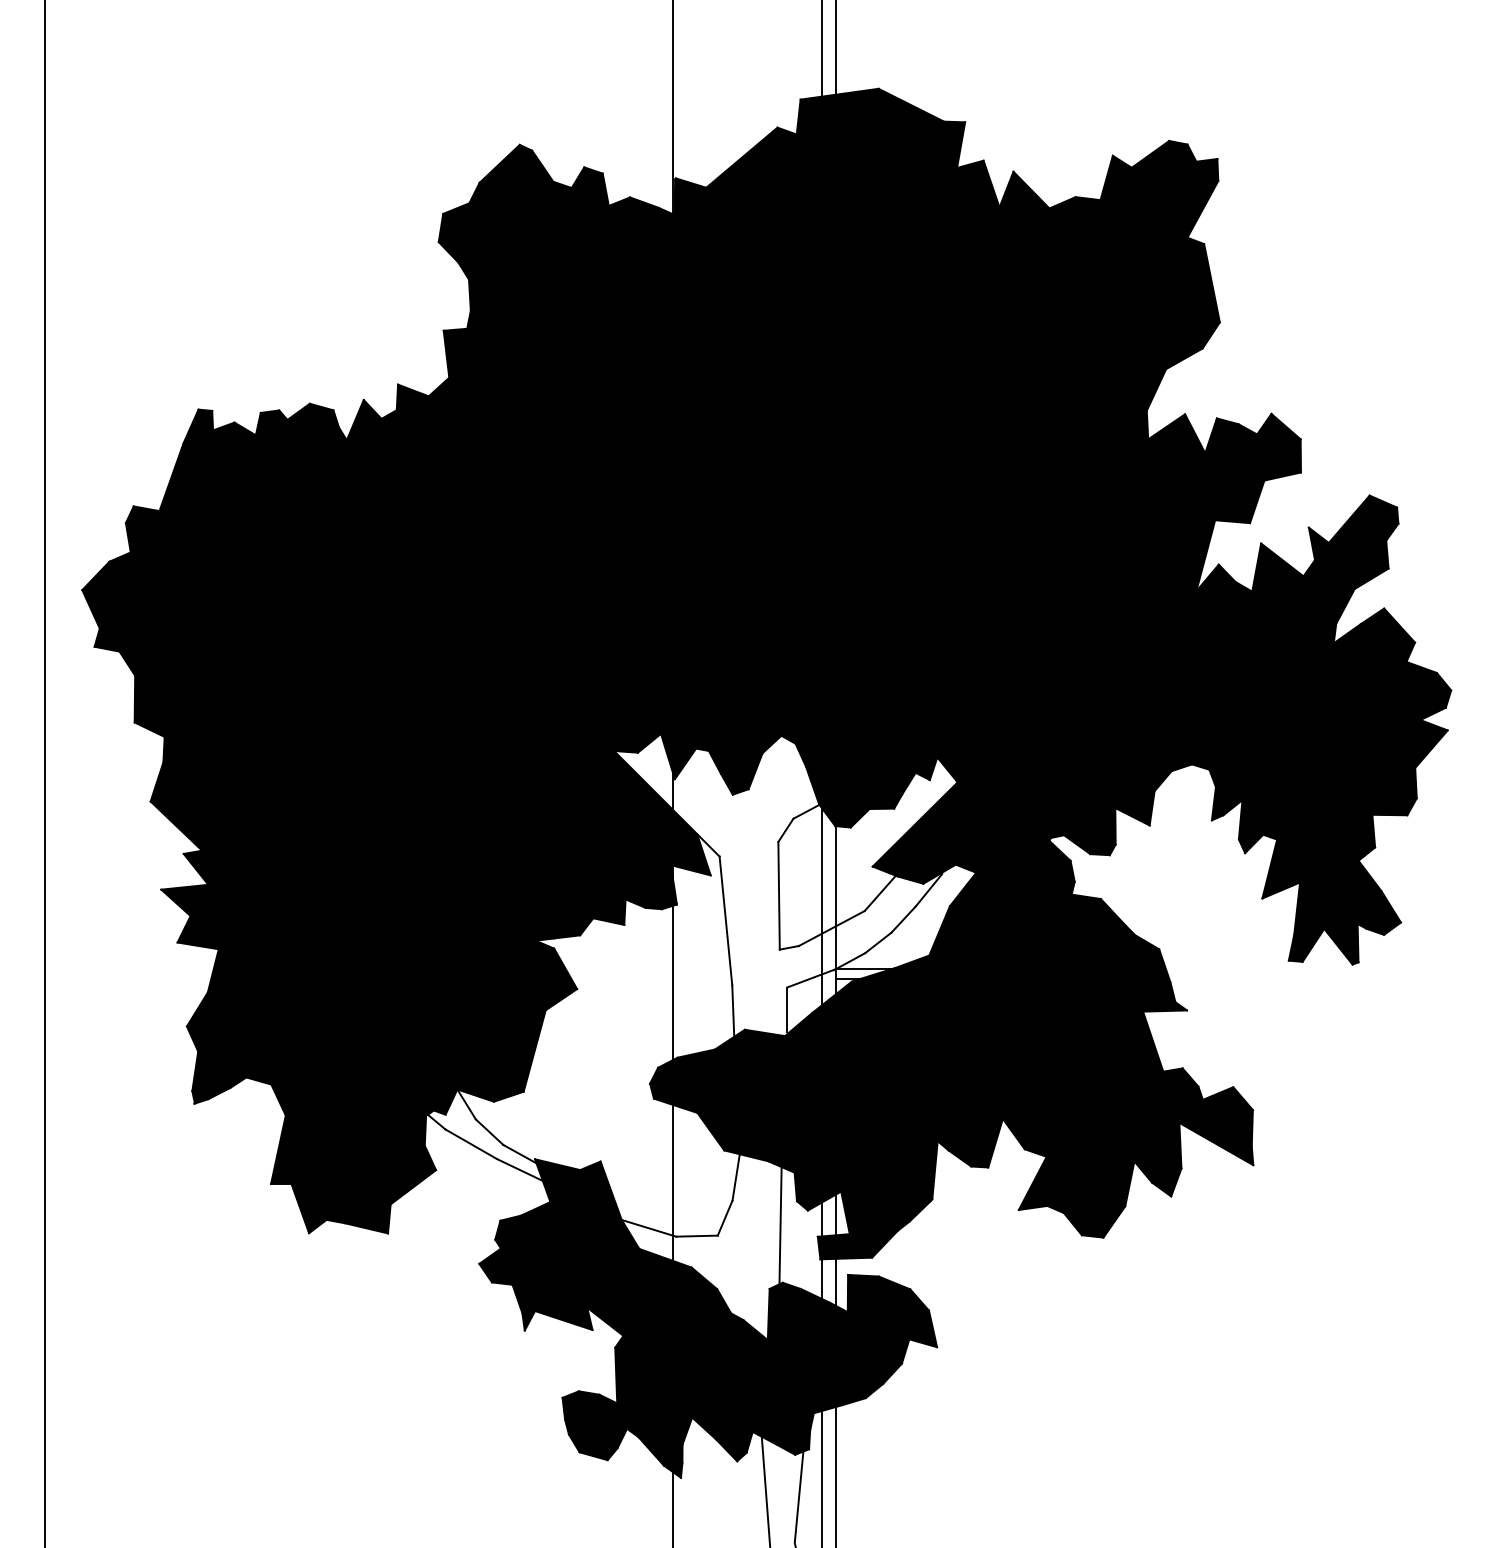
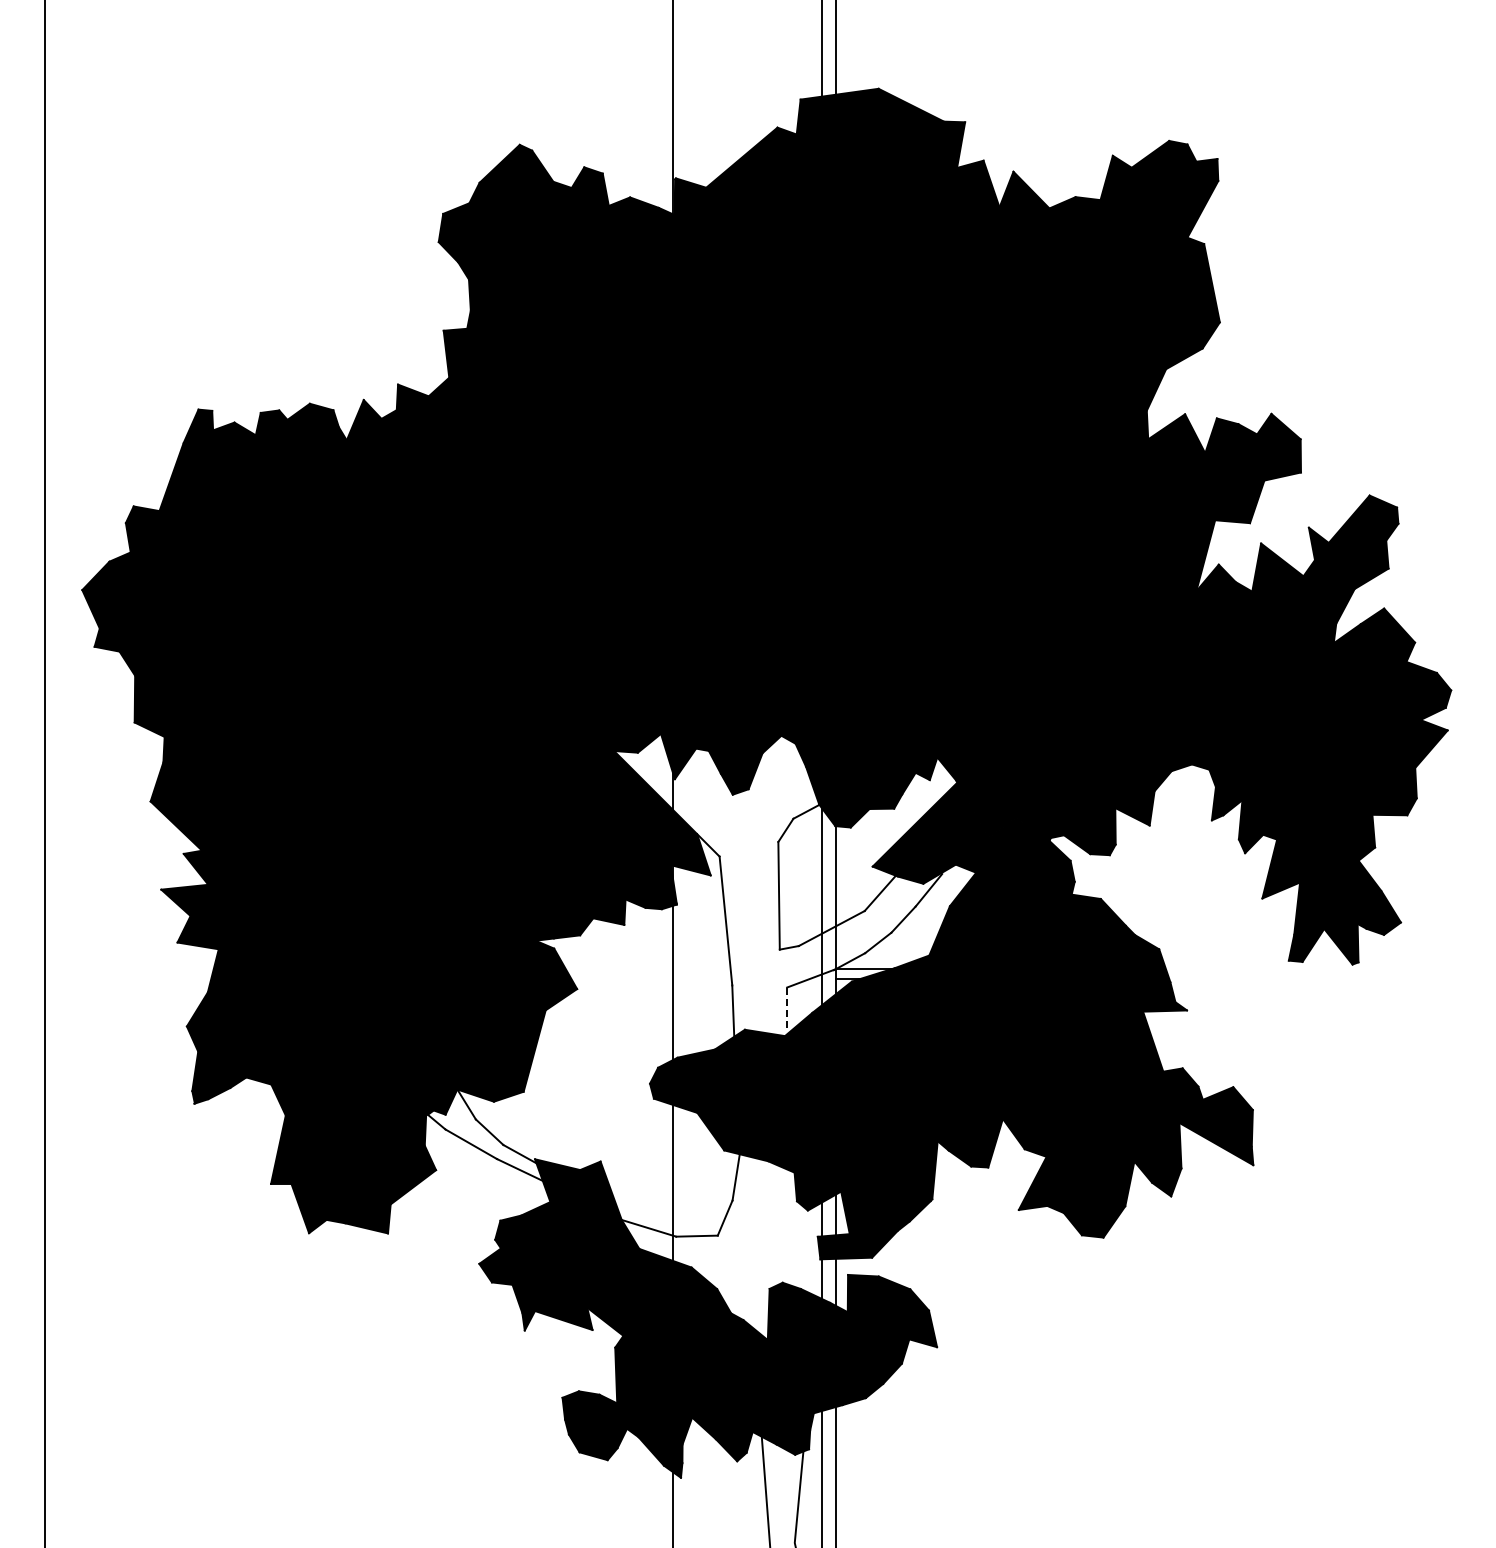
line at (787, 1010): solid -> dashed
line at (780, 1224): present -> none
